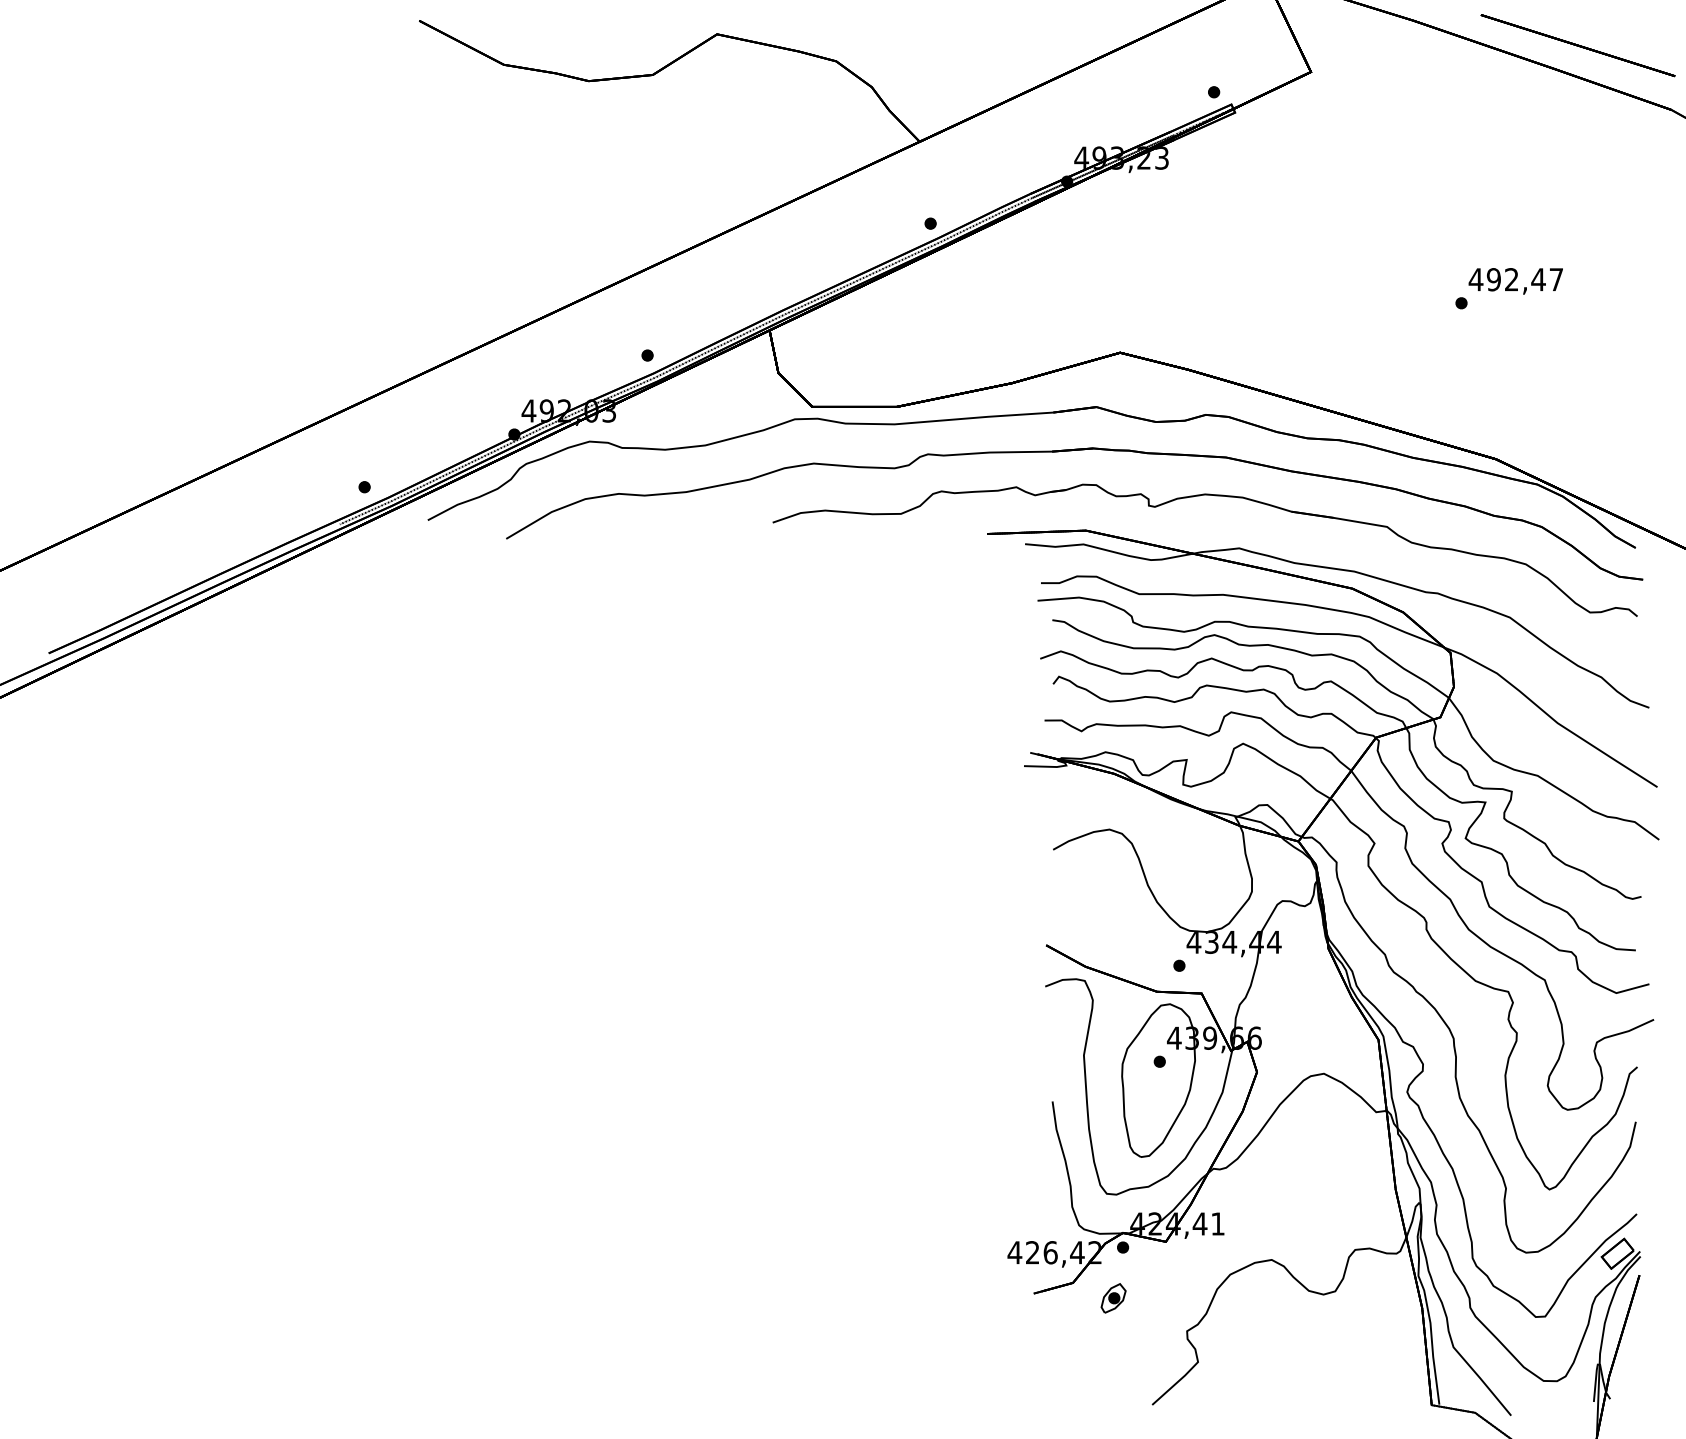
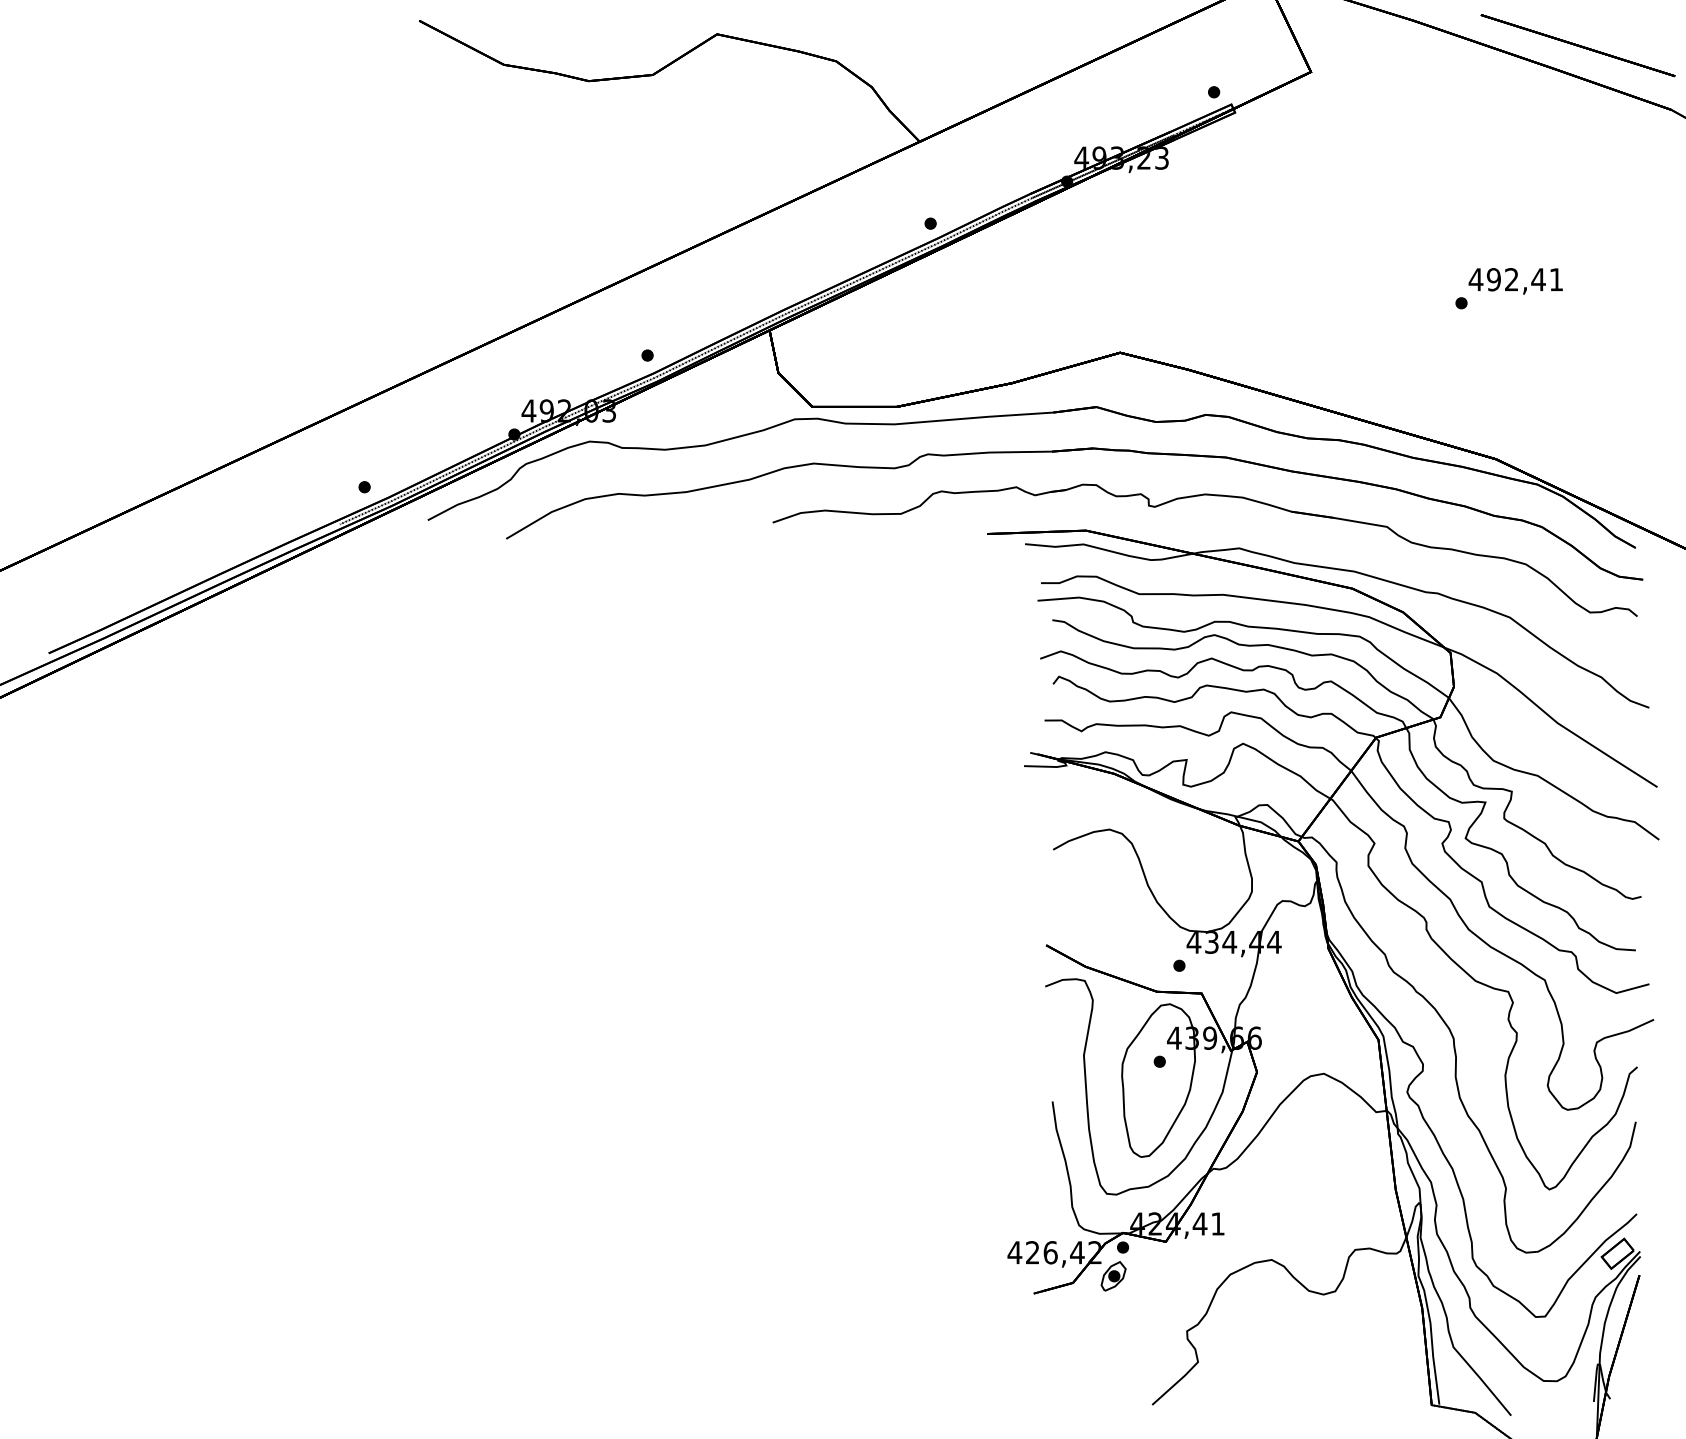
text at (1555, 279): 492,47 -> 492,41
part at (1113, 1298) position: (1113, 1298) -> (1113, 1276)
